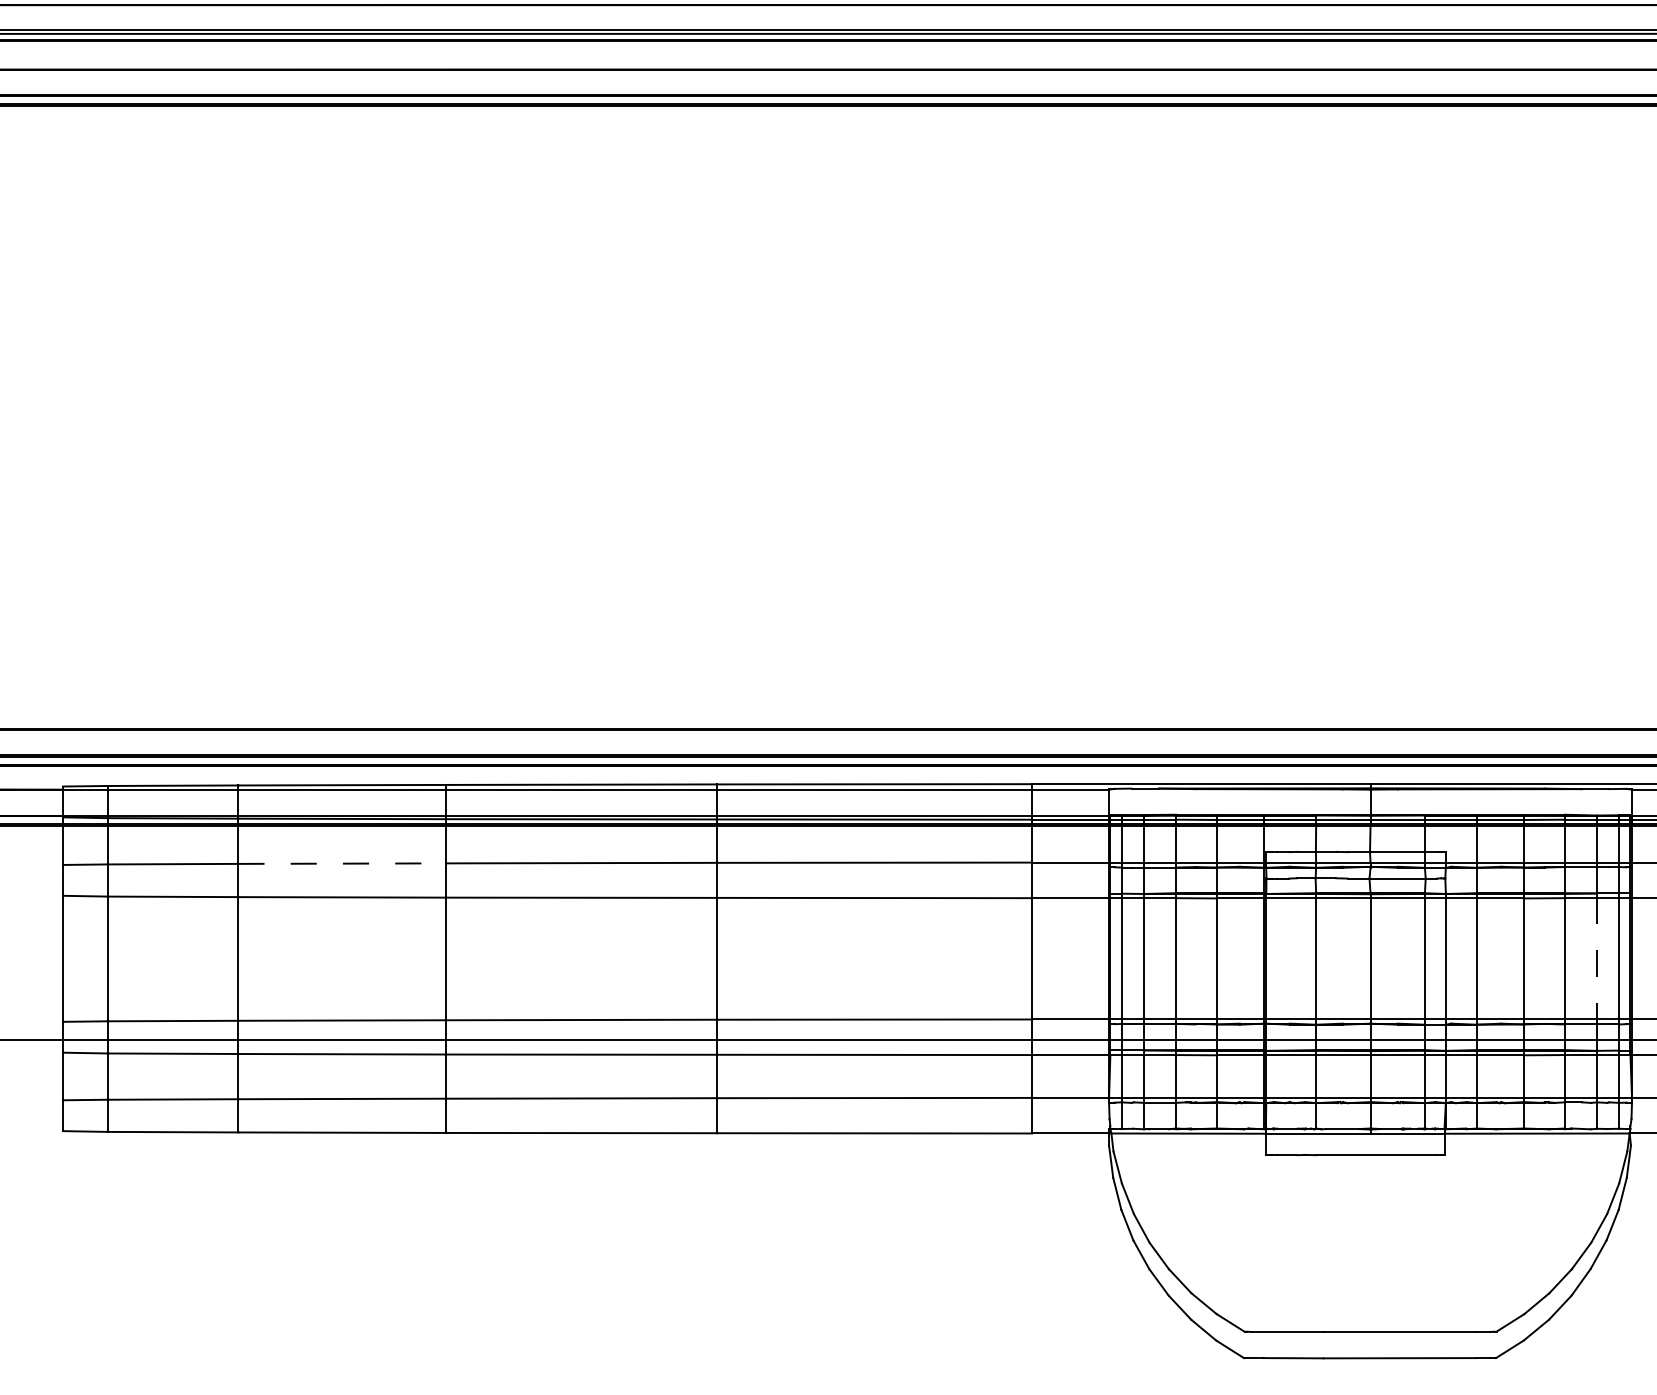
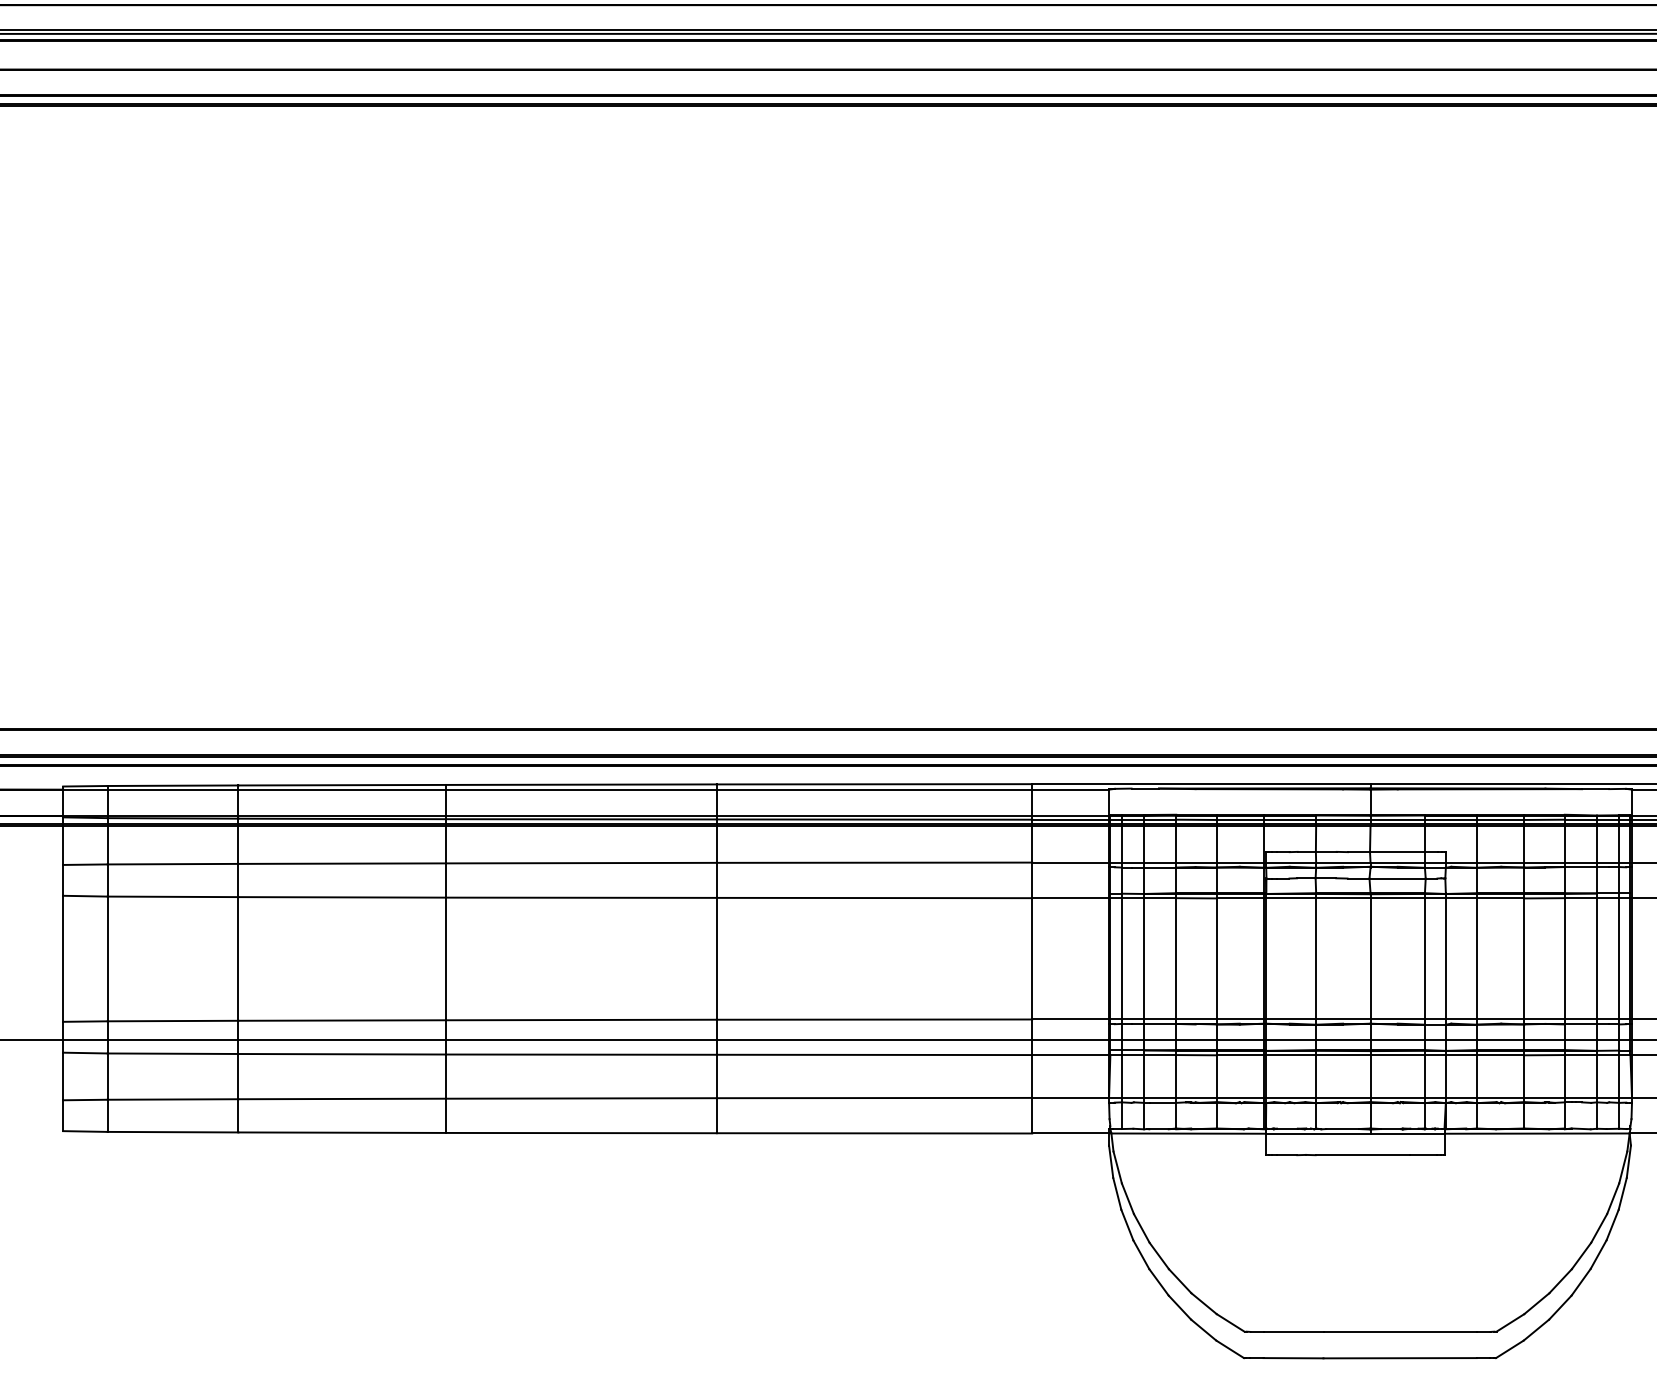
line at (342, 863): dashed -> solid
line at (1596, 958): dashed -> solid
